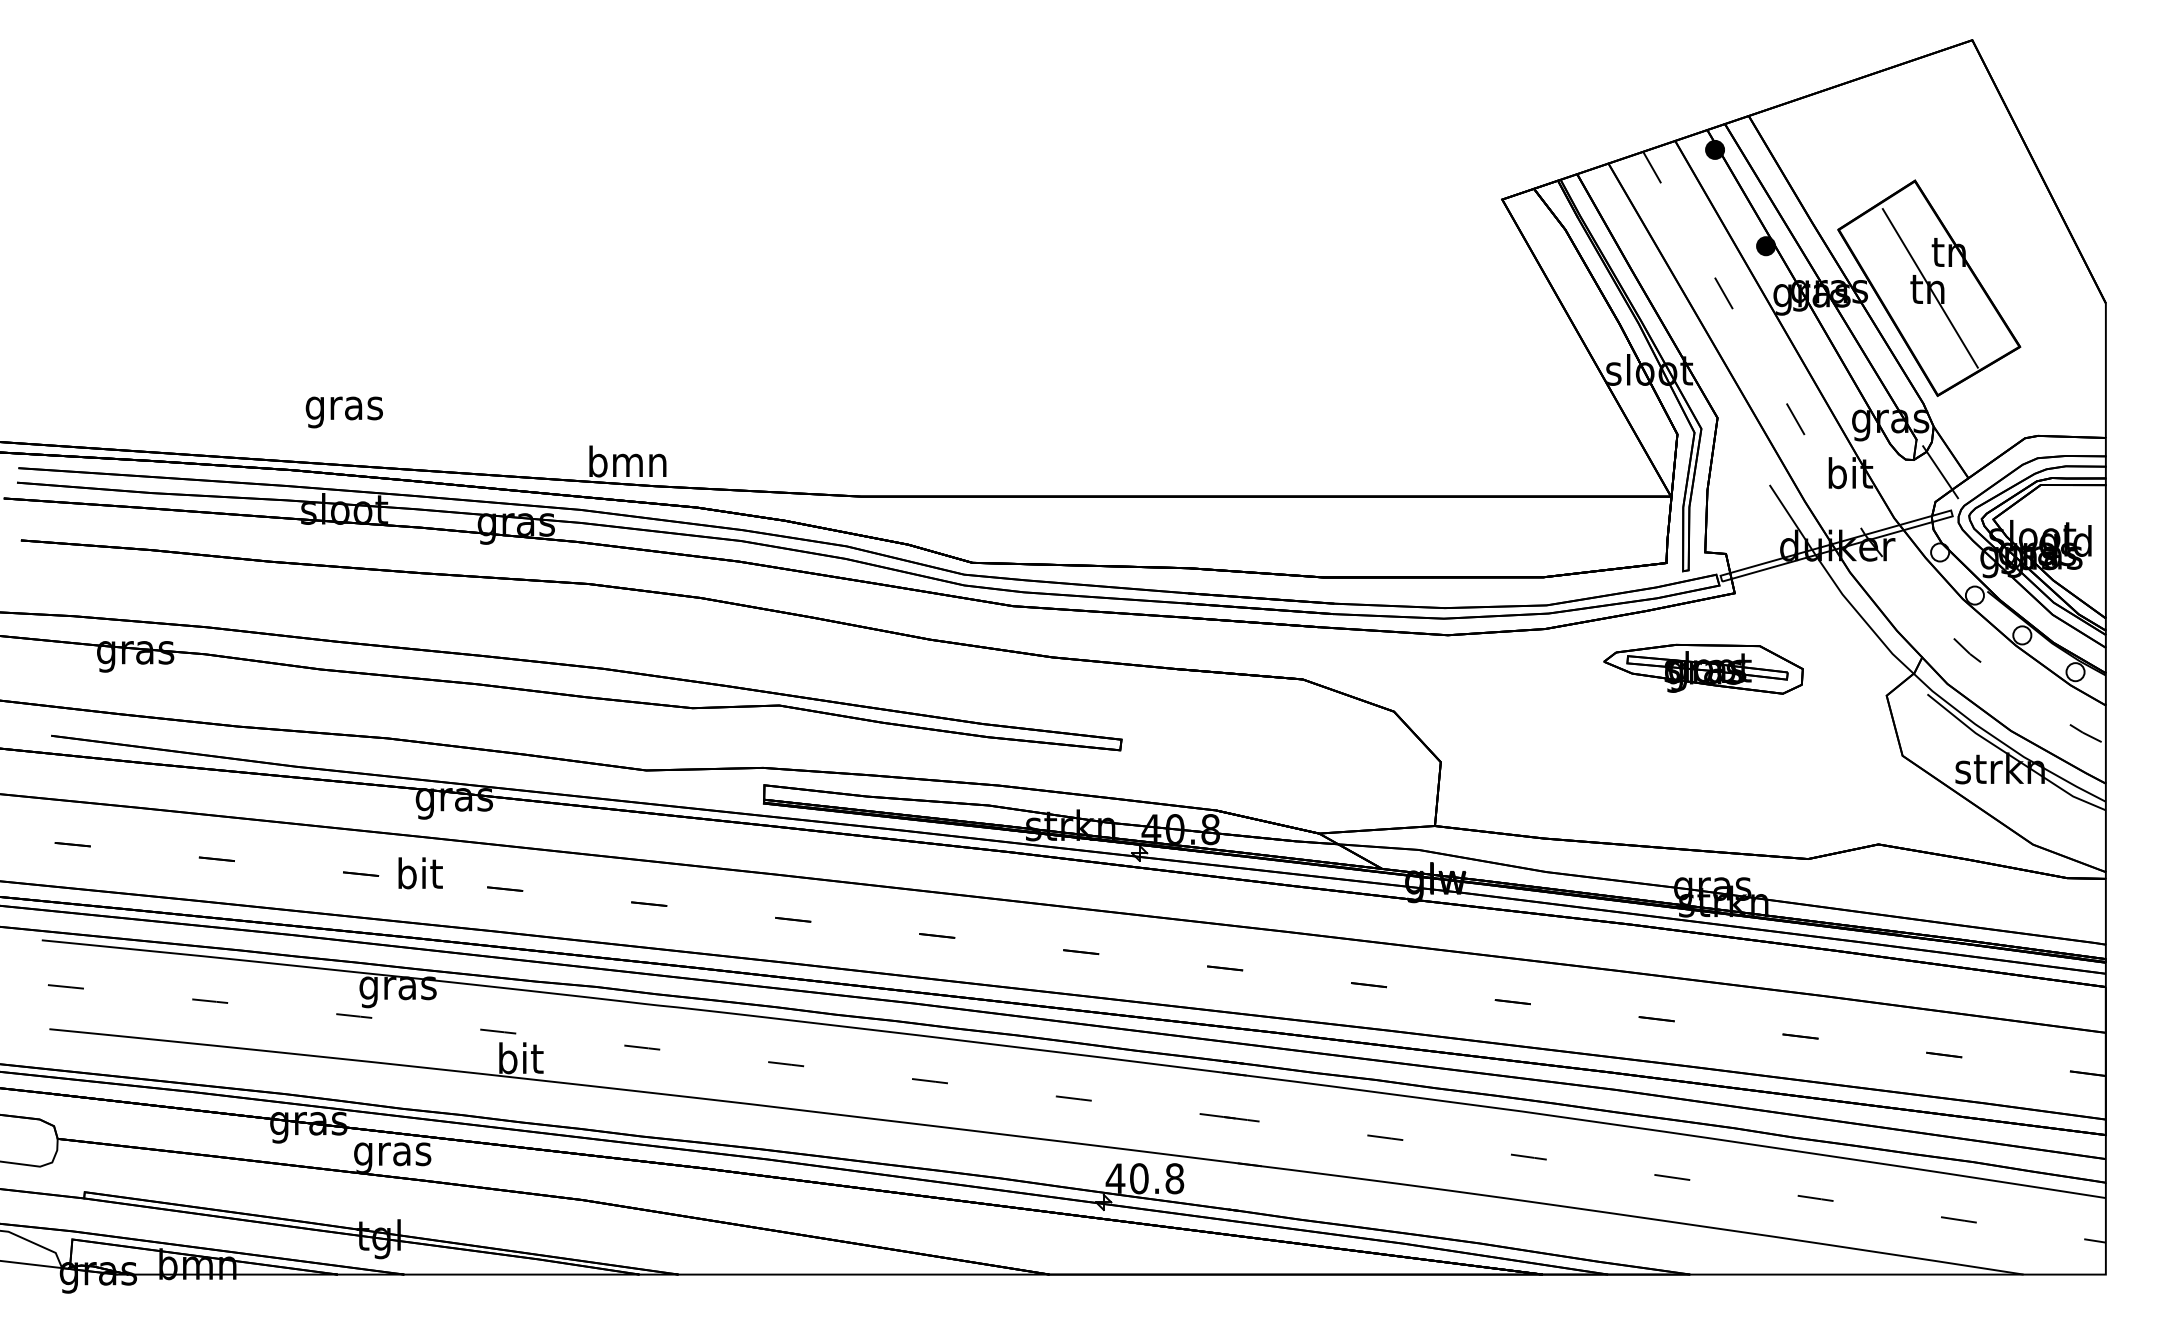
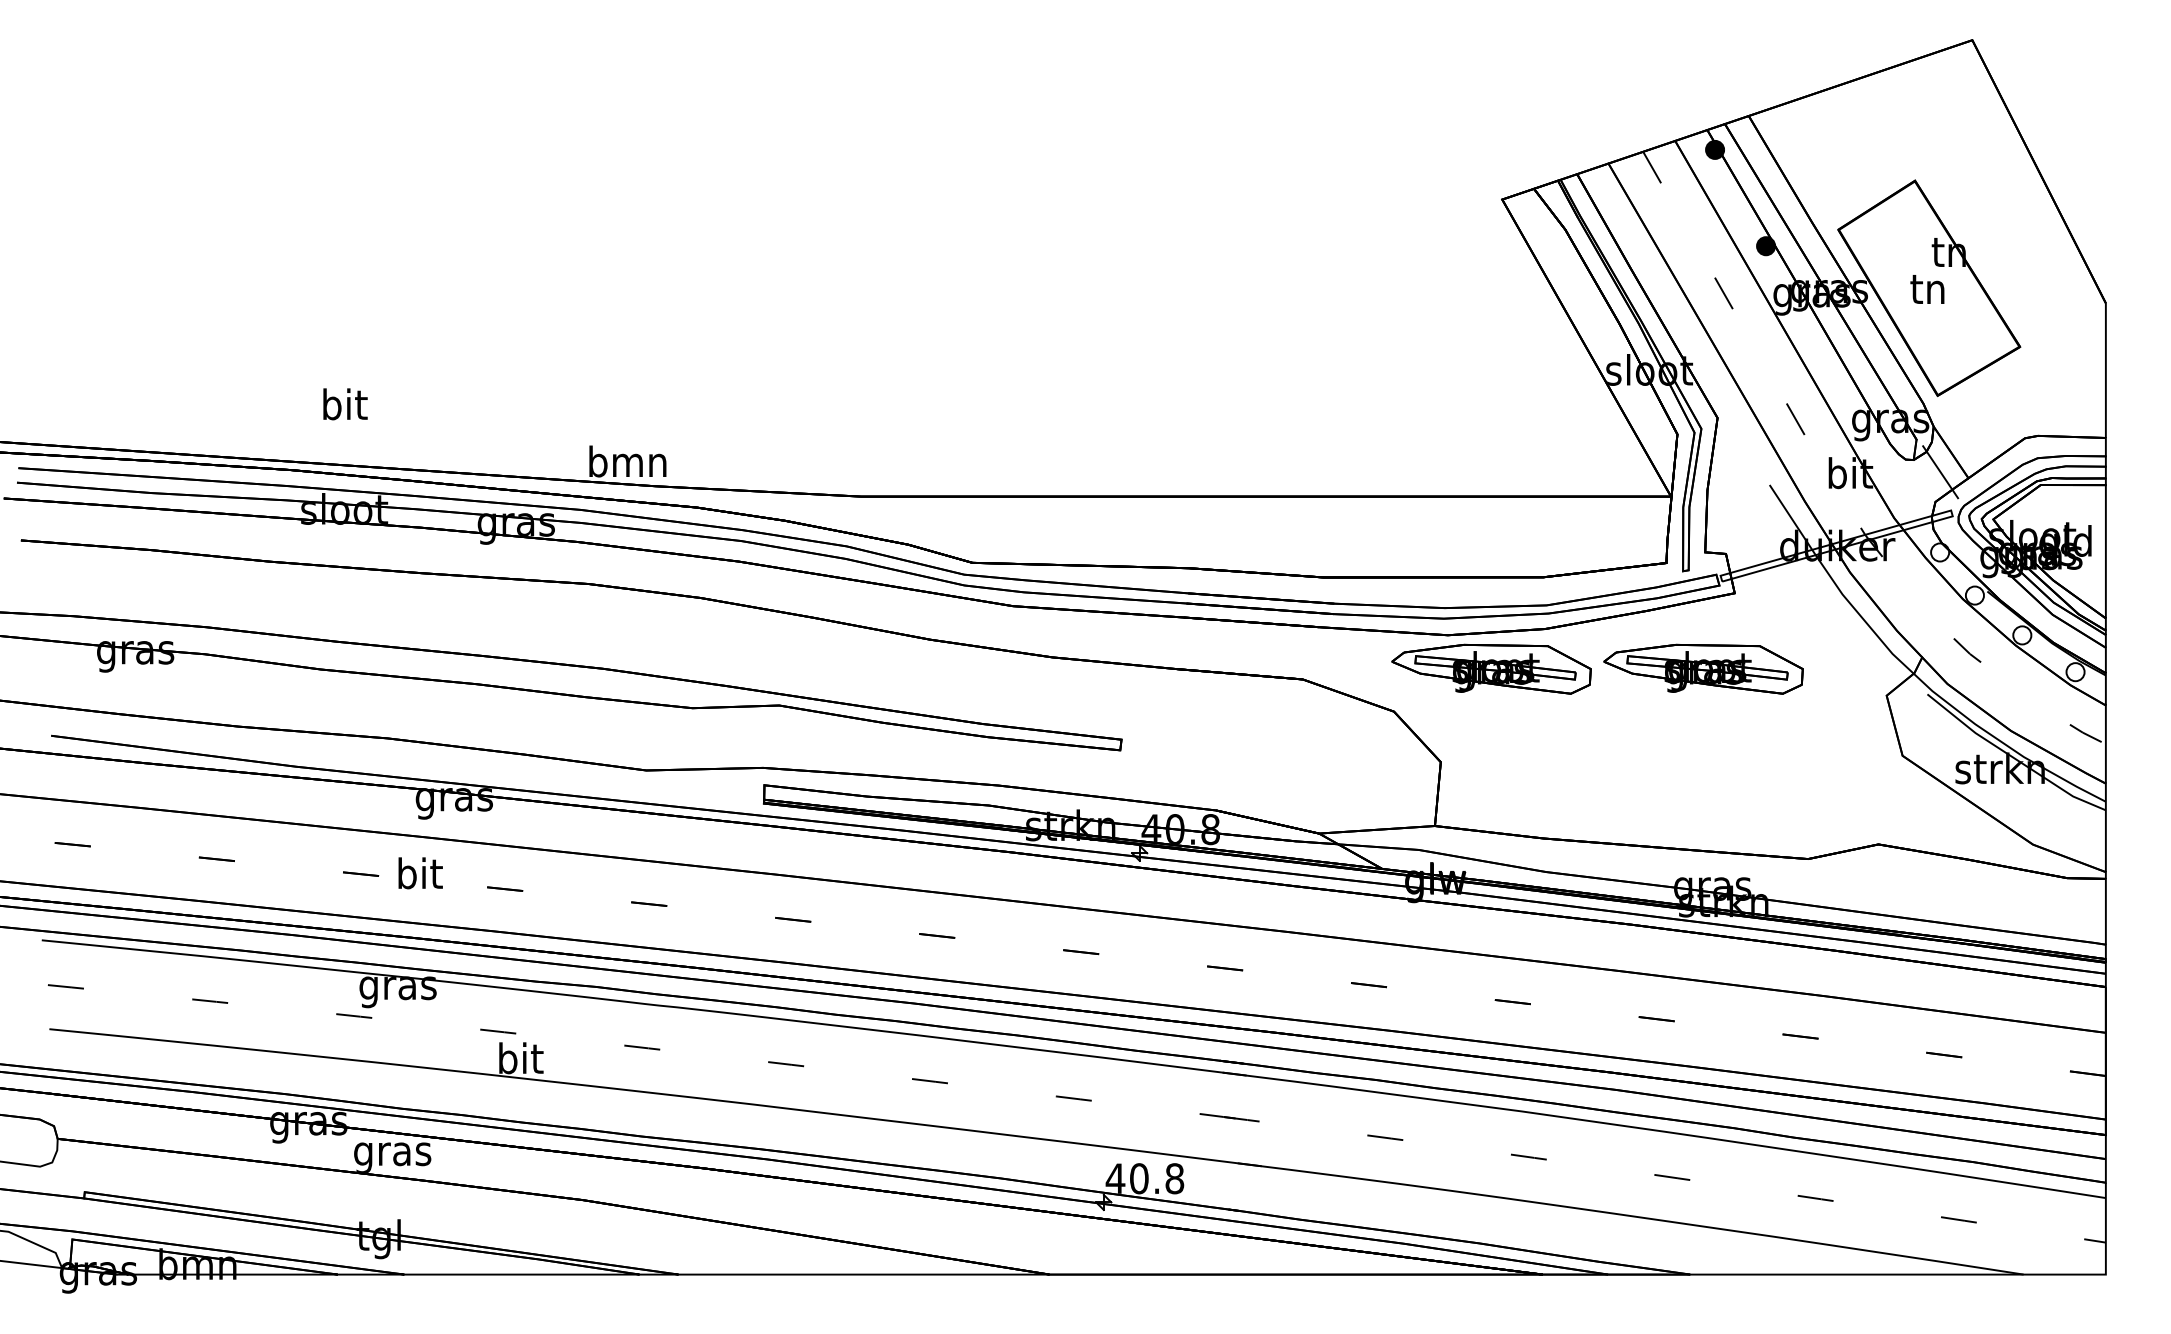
line at (1929, 288): present -> none
text at (343, 408): gras -> bit
part at (1491, 668): none -> present
